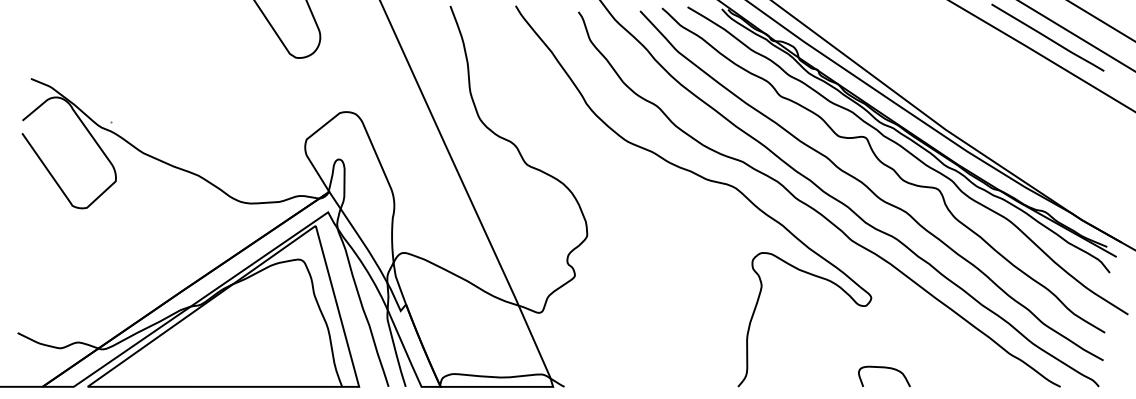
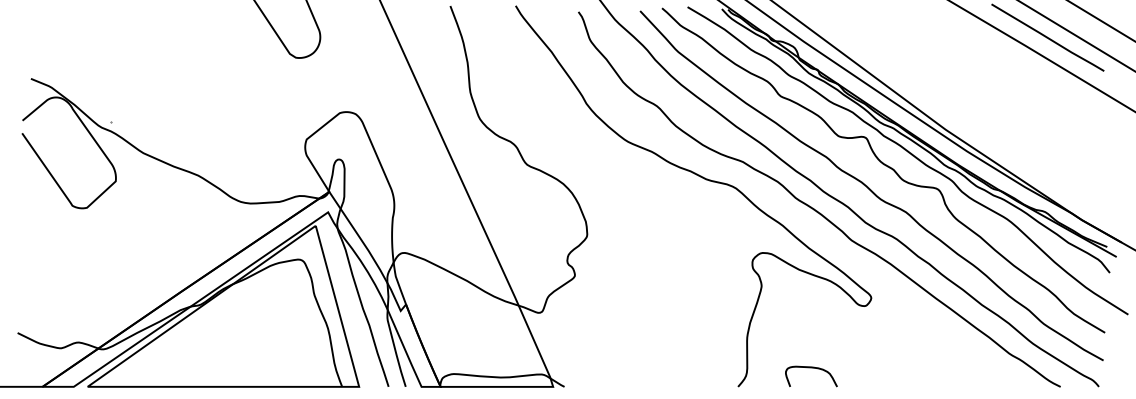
curve at (884, 368) position: (884, 368) -> (811, 368)
